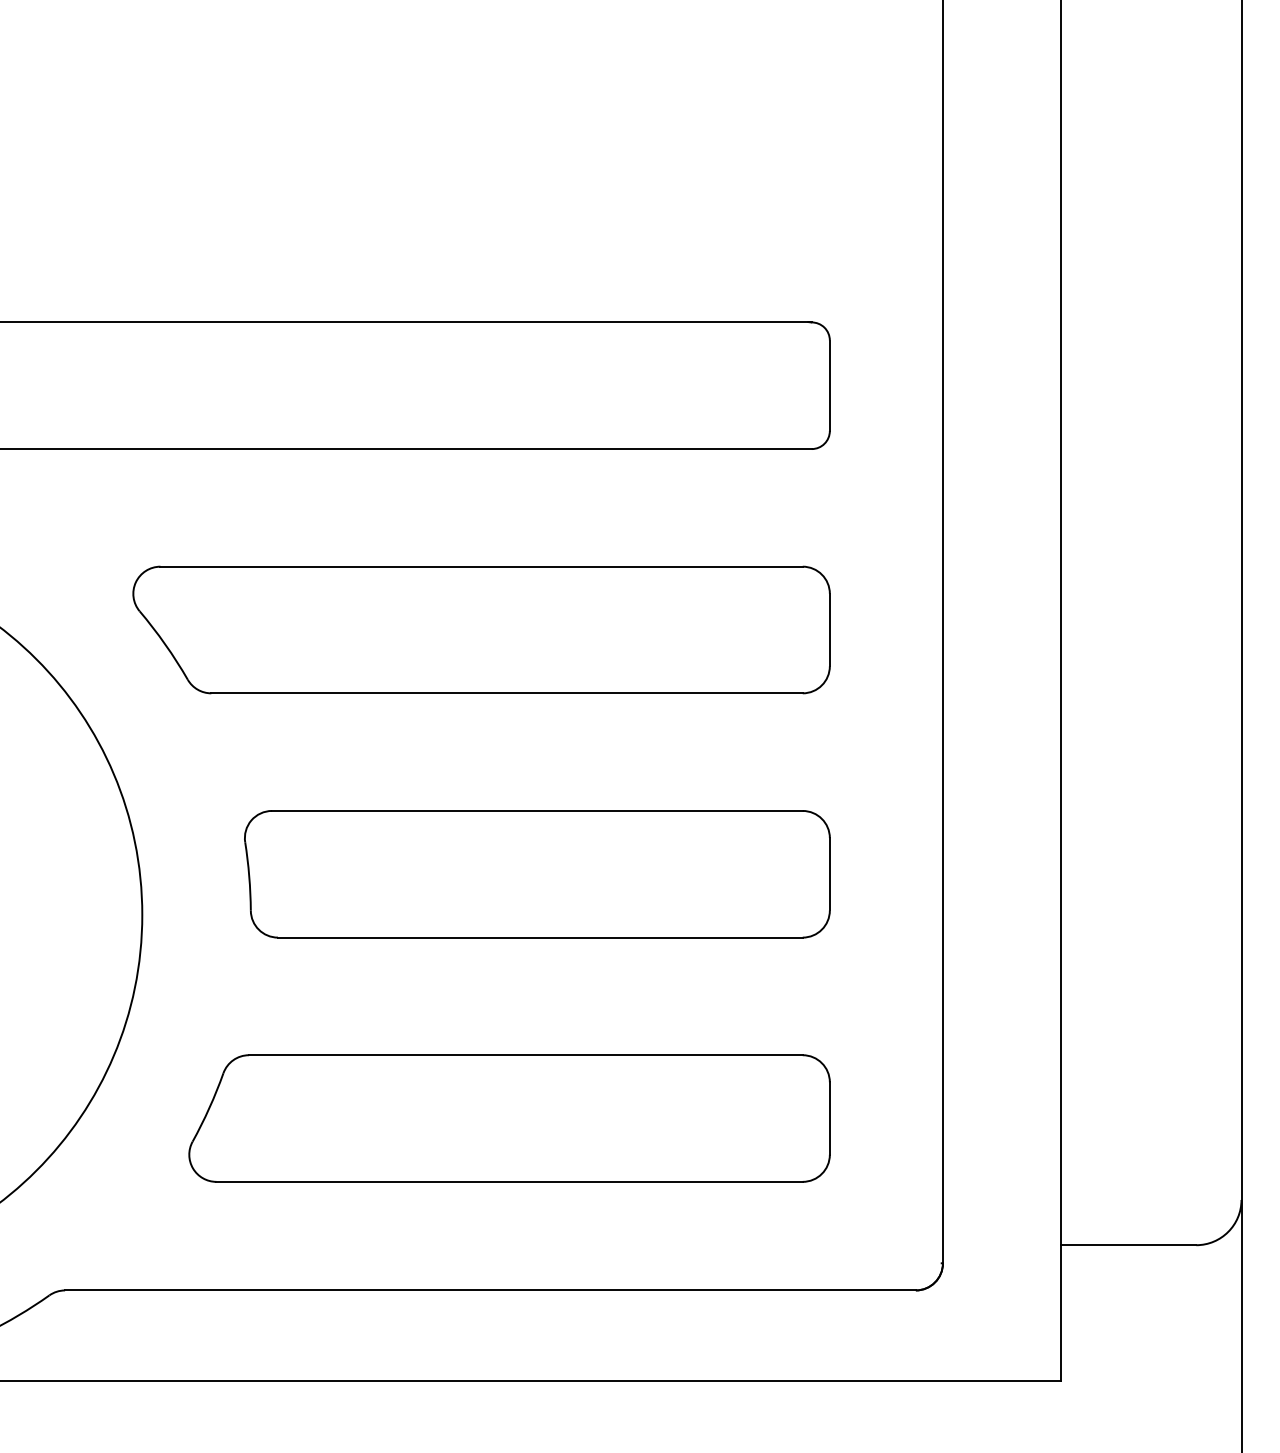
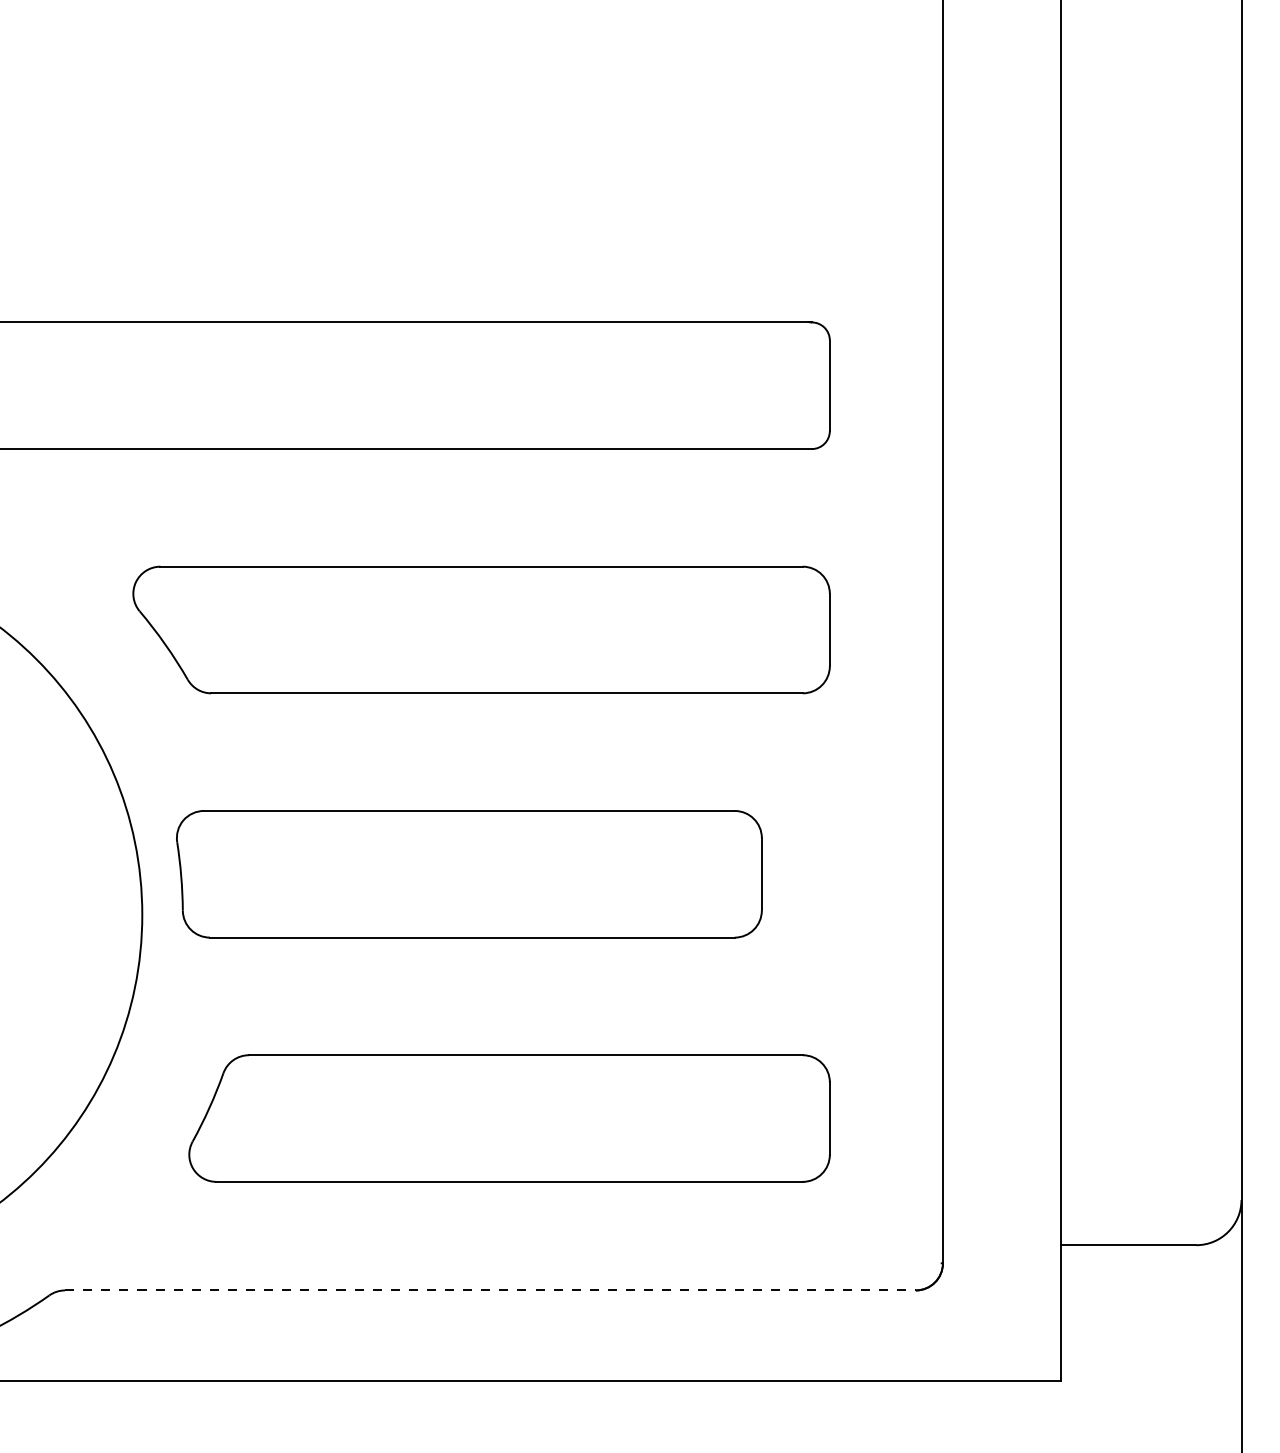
part at (537, 874) position: (537, 874) -> (469, 874)
line at (490, 1290): solid -> dashed
